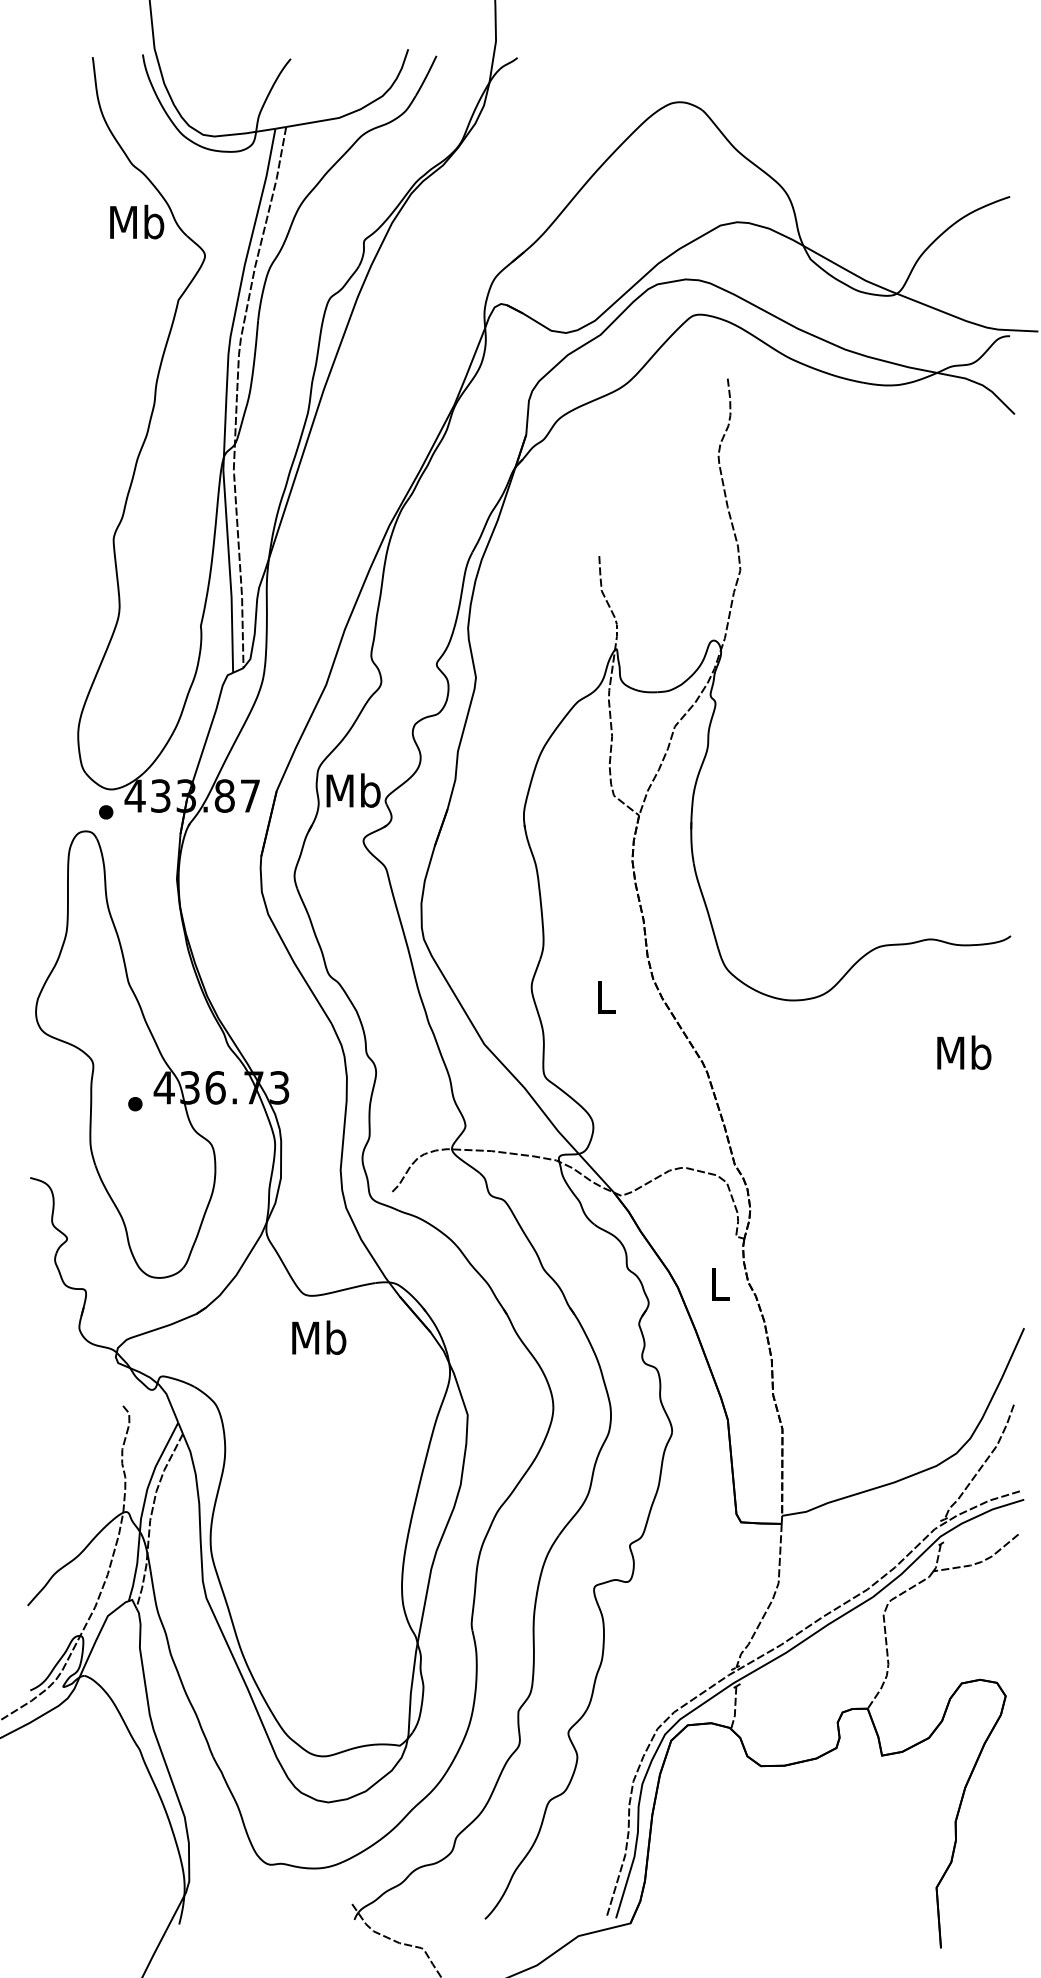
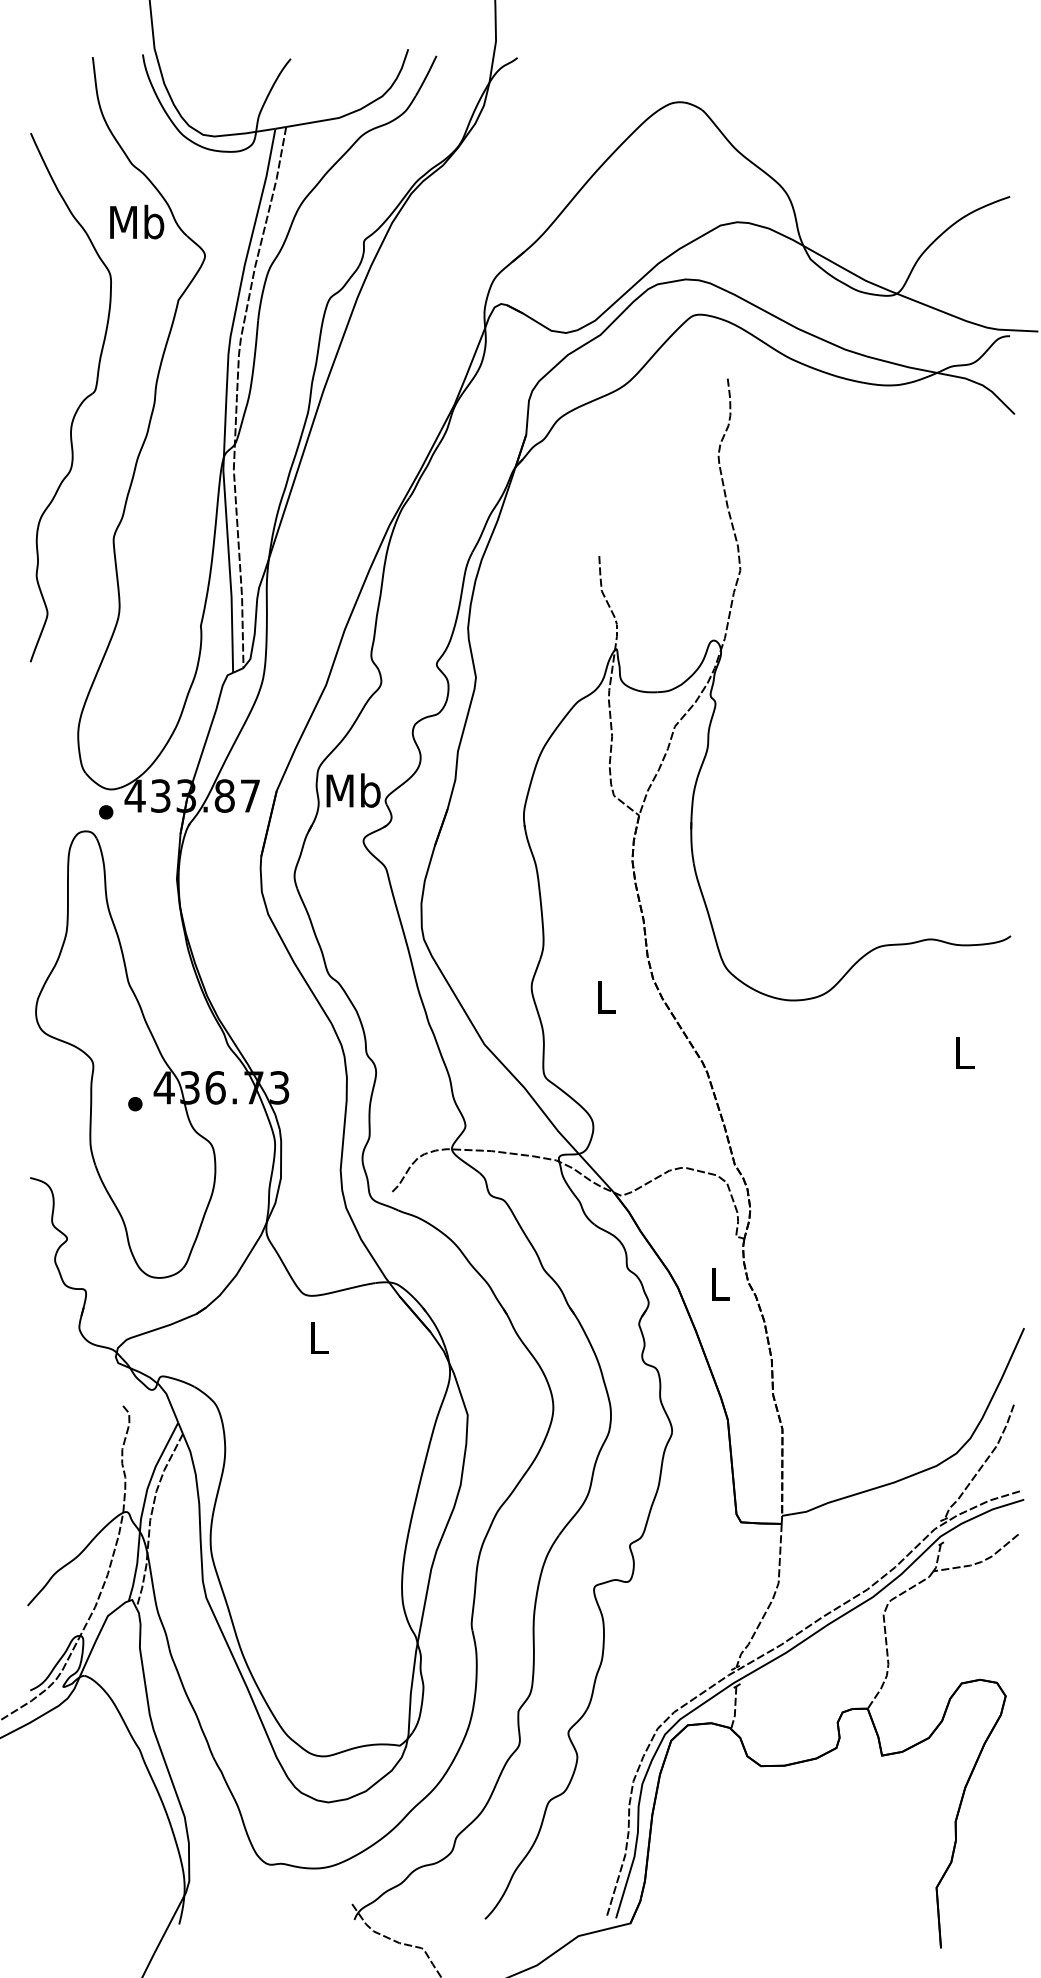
part at (79, 404): none -> present
text at (964, 1052): Mb -> L
text at (319, 1337): Mb -> L
